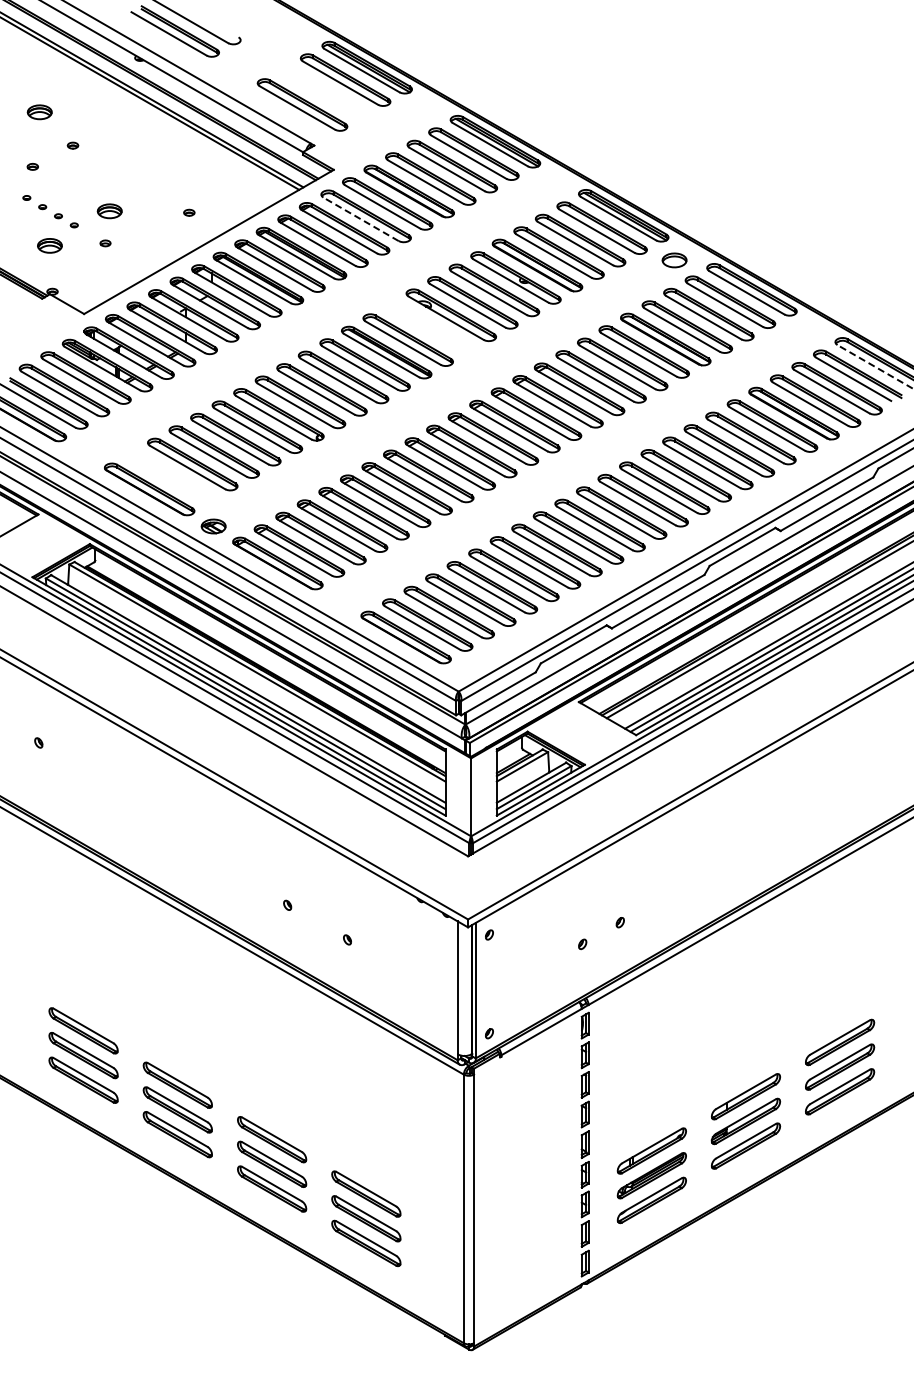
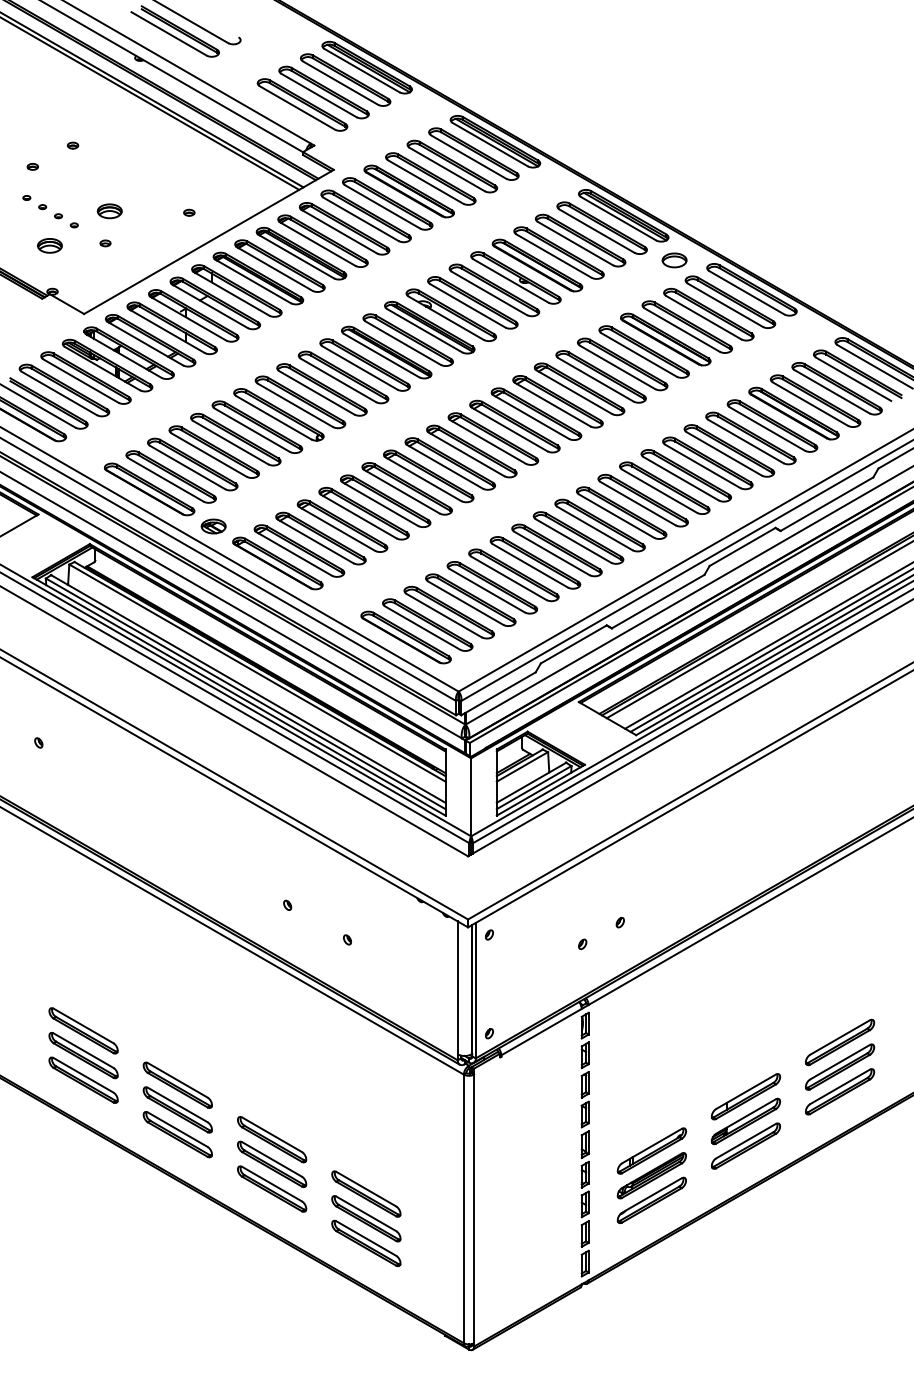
part at (323, 92): none -> present
part at (39, 112): present -> none
line at (360, 219): dashed -> solid
part at (429, 327): none -> present
line at (874, 366): dashed -> solid
part at (170, 476): none -> present
